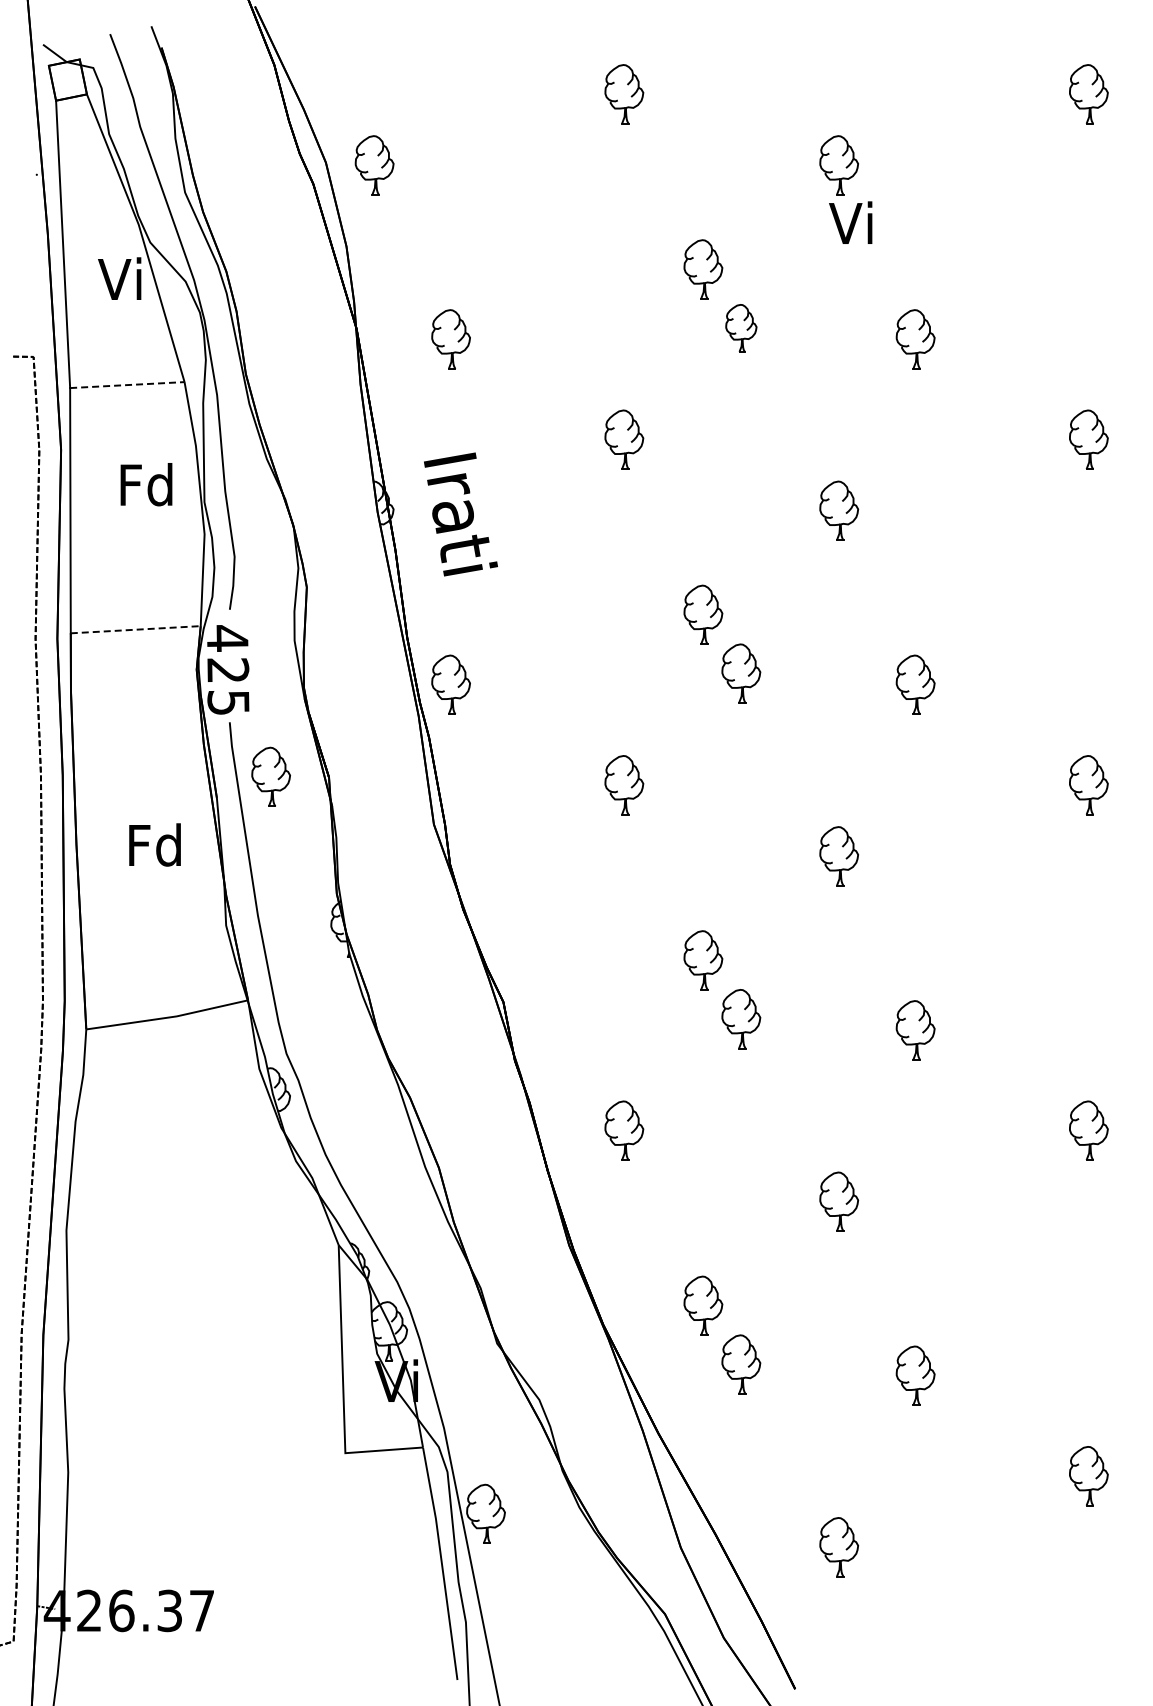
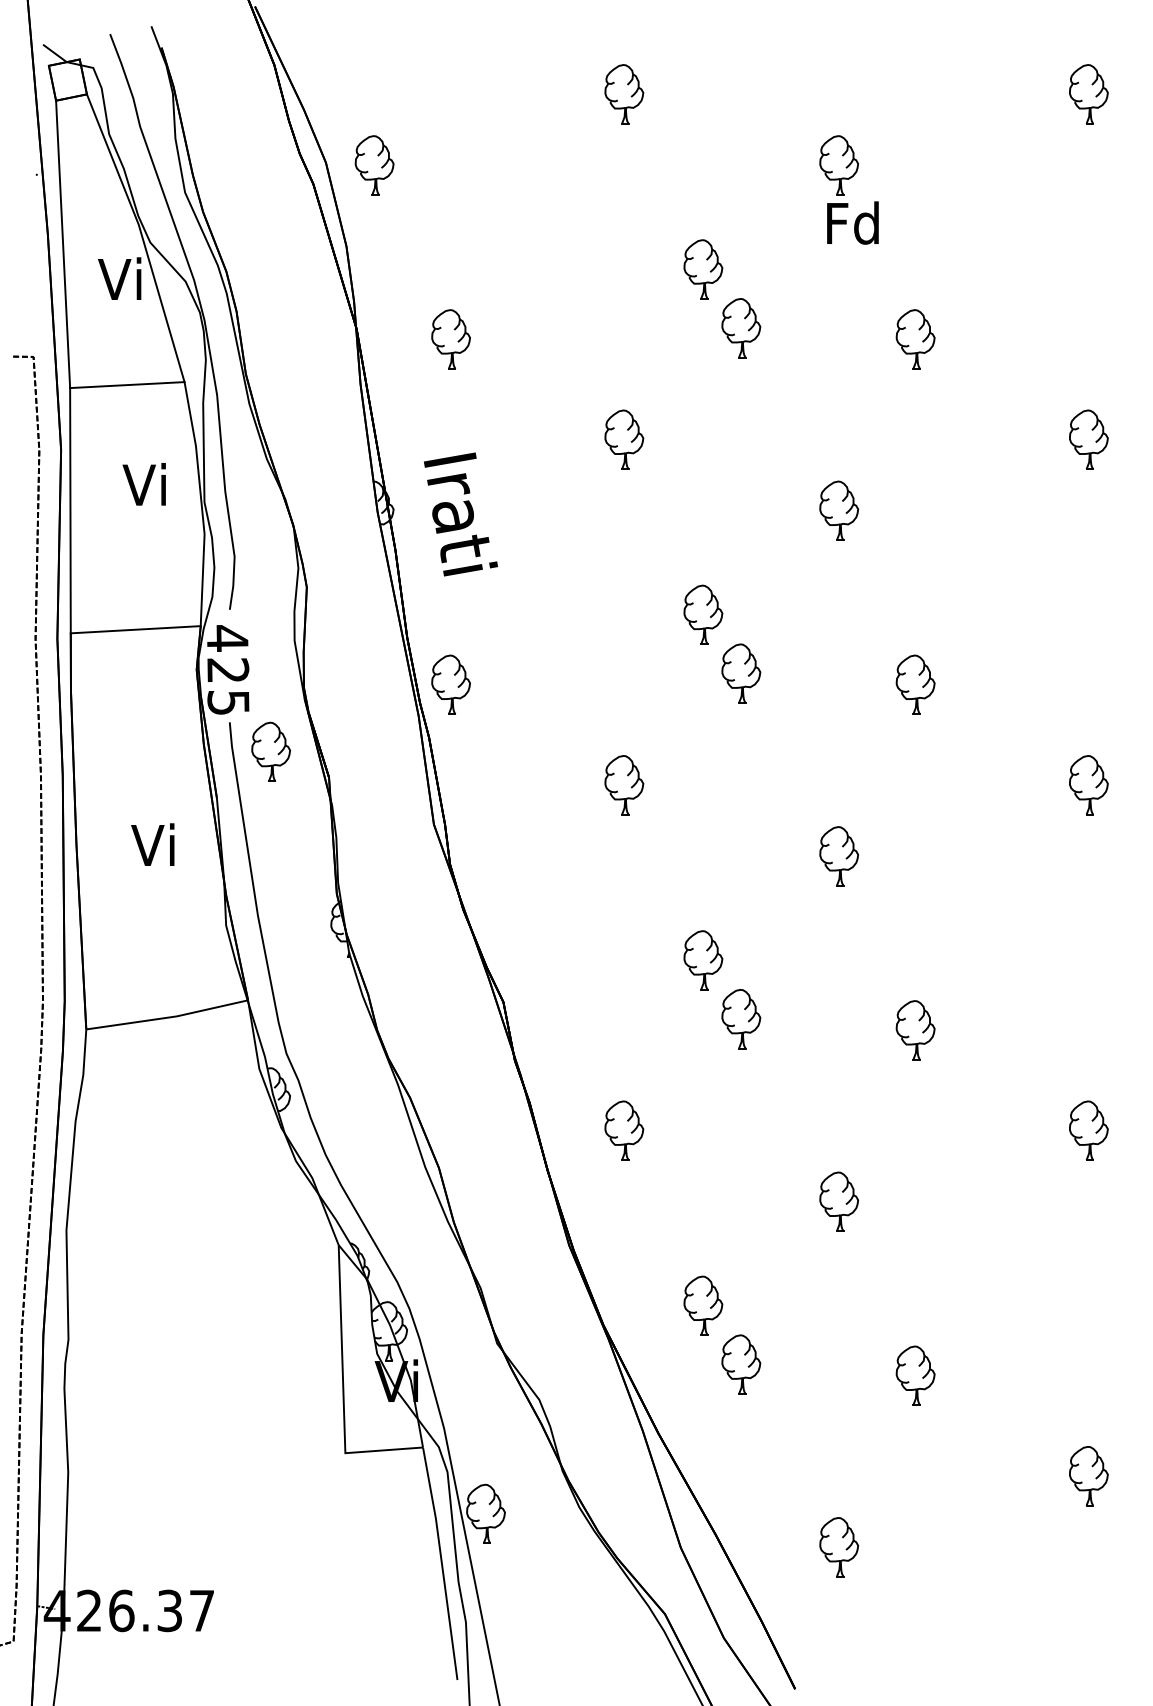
text at (852, 222): Vi -> Fd
part at (741, 328) size: 33x49 px -> 41x61 px
line at (127, 385): dashed -> solid
text at (146, 484): Fd -> Vi
line at (136, 629): dashed -> solid
part at (270, 776) position: (270, 776) -> (270, 751)
text at (154, 844): Fd -> Vi
